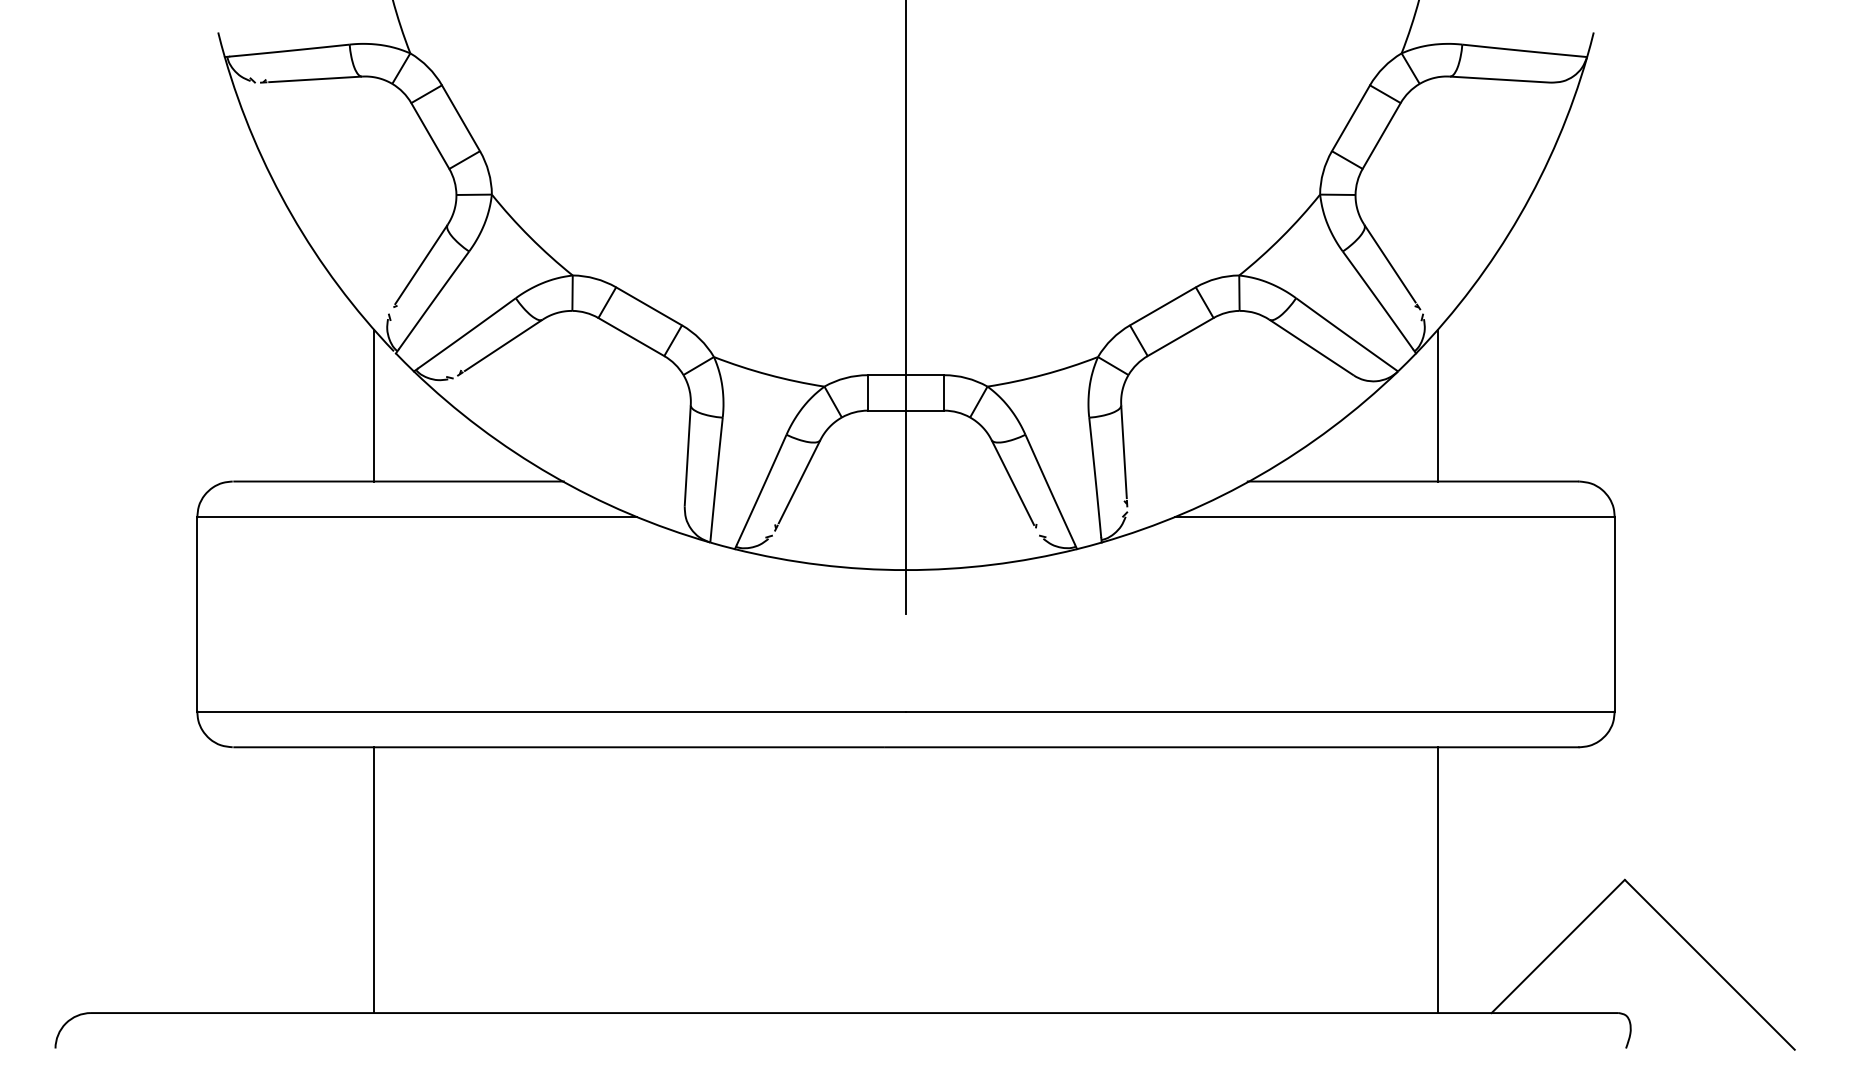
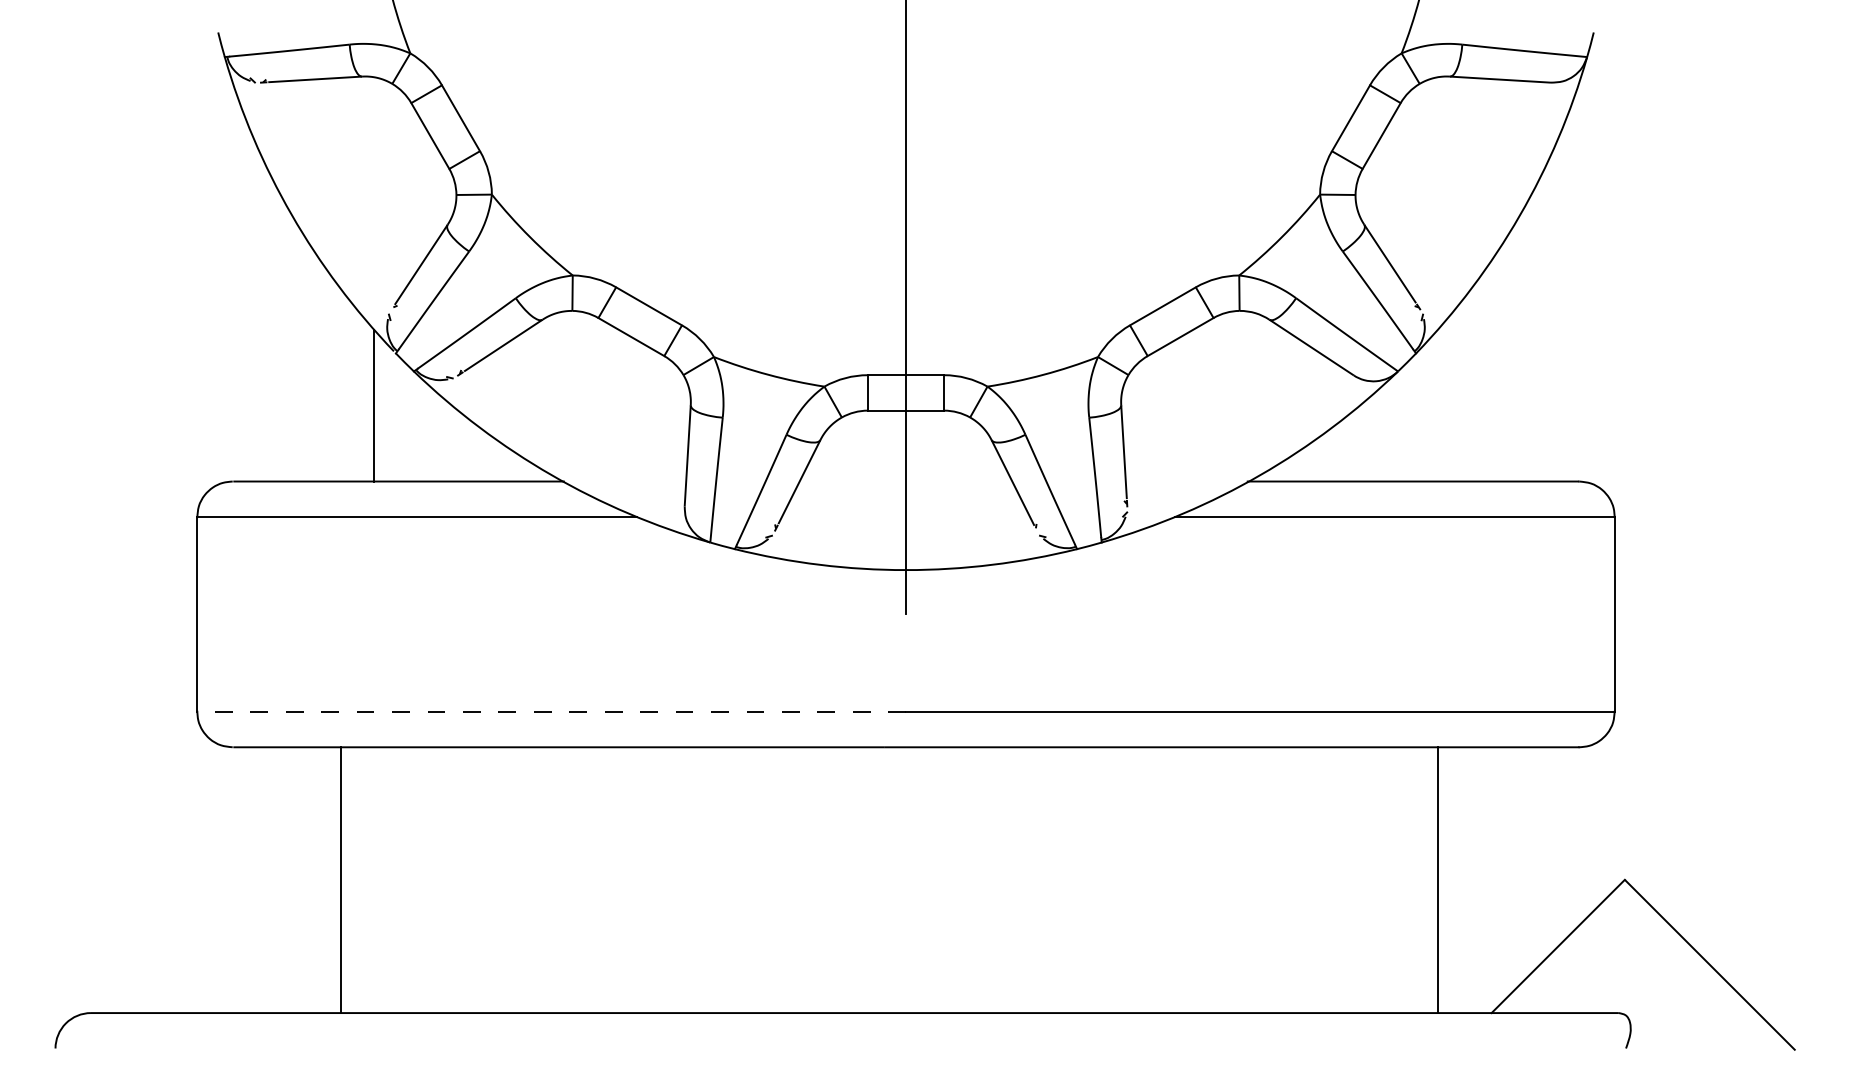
line at (1437, 405): present -> none
line at (551, 711): solid -> dashed
line at (374, 880) position: (374, 880) -> (341, 880)
